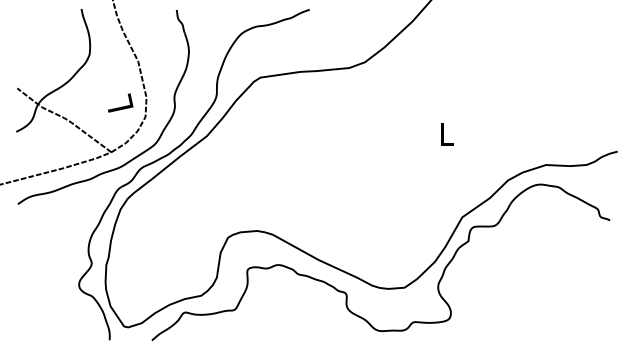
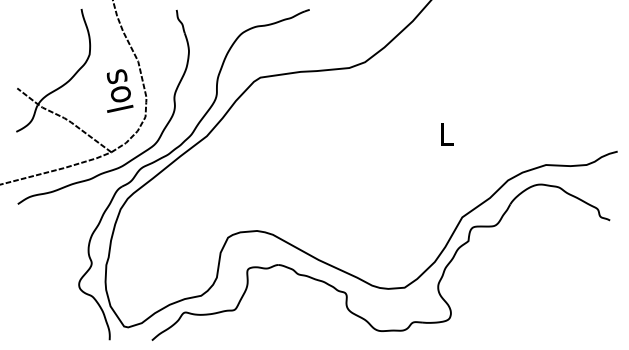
text at (119, 90): L -> los
